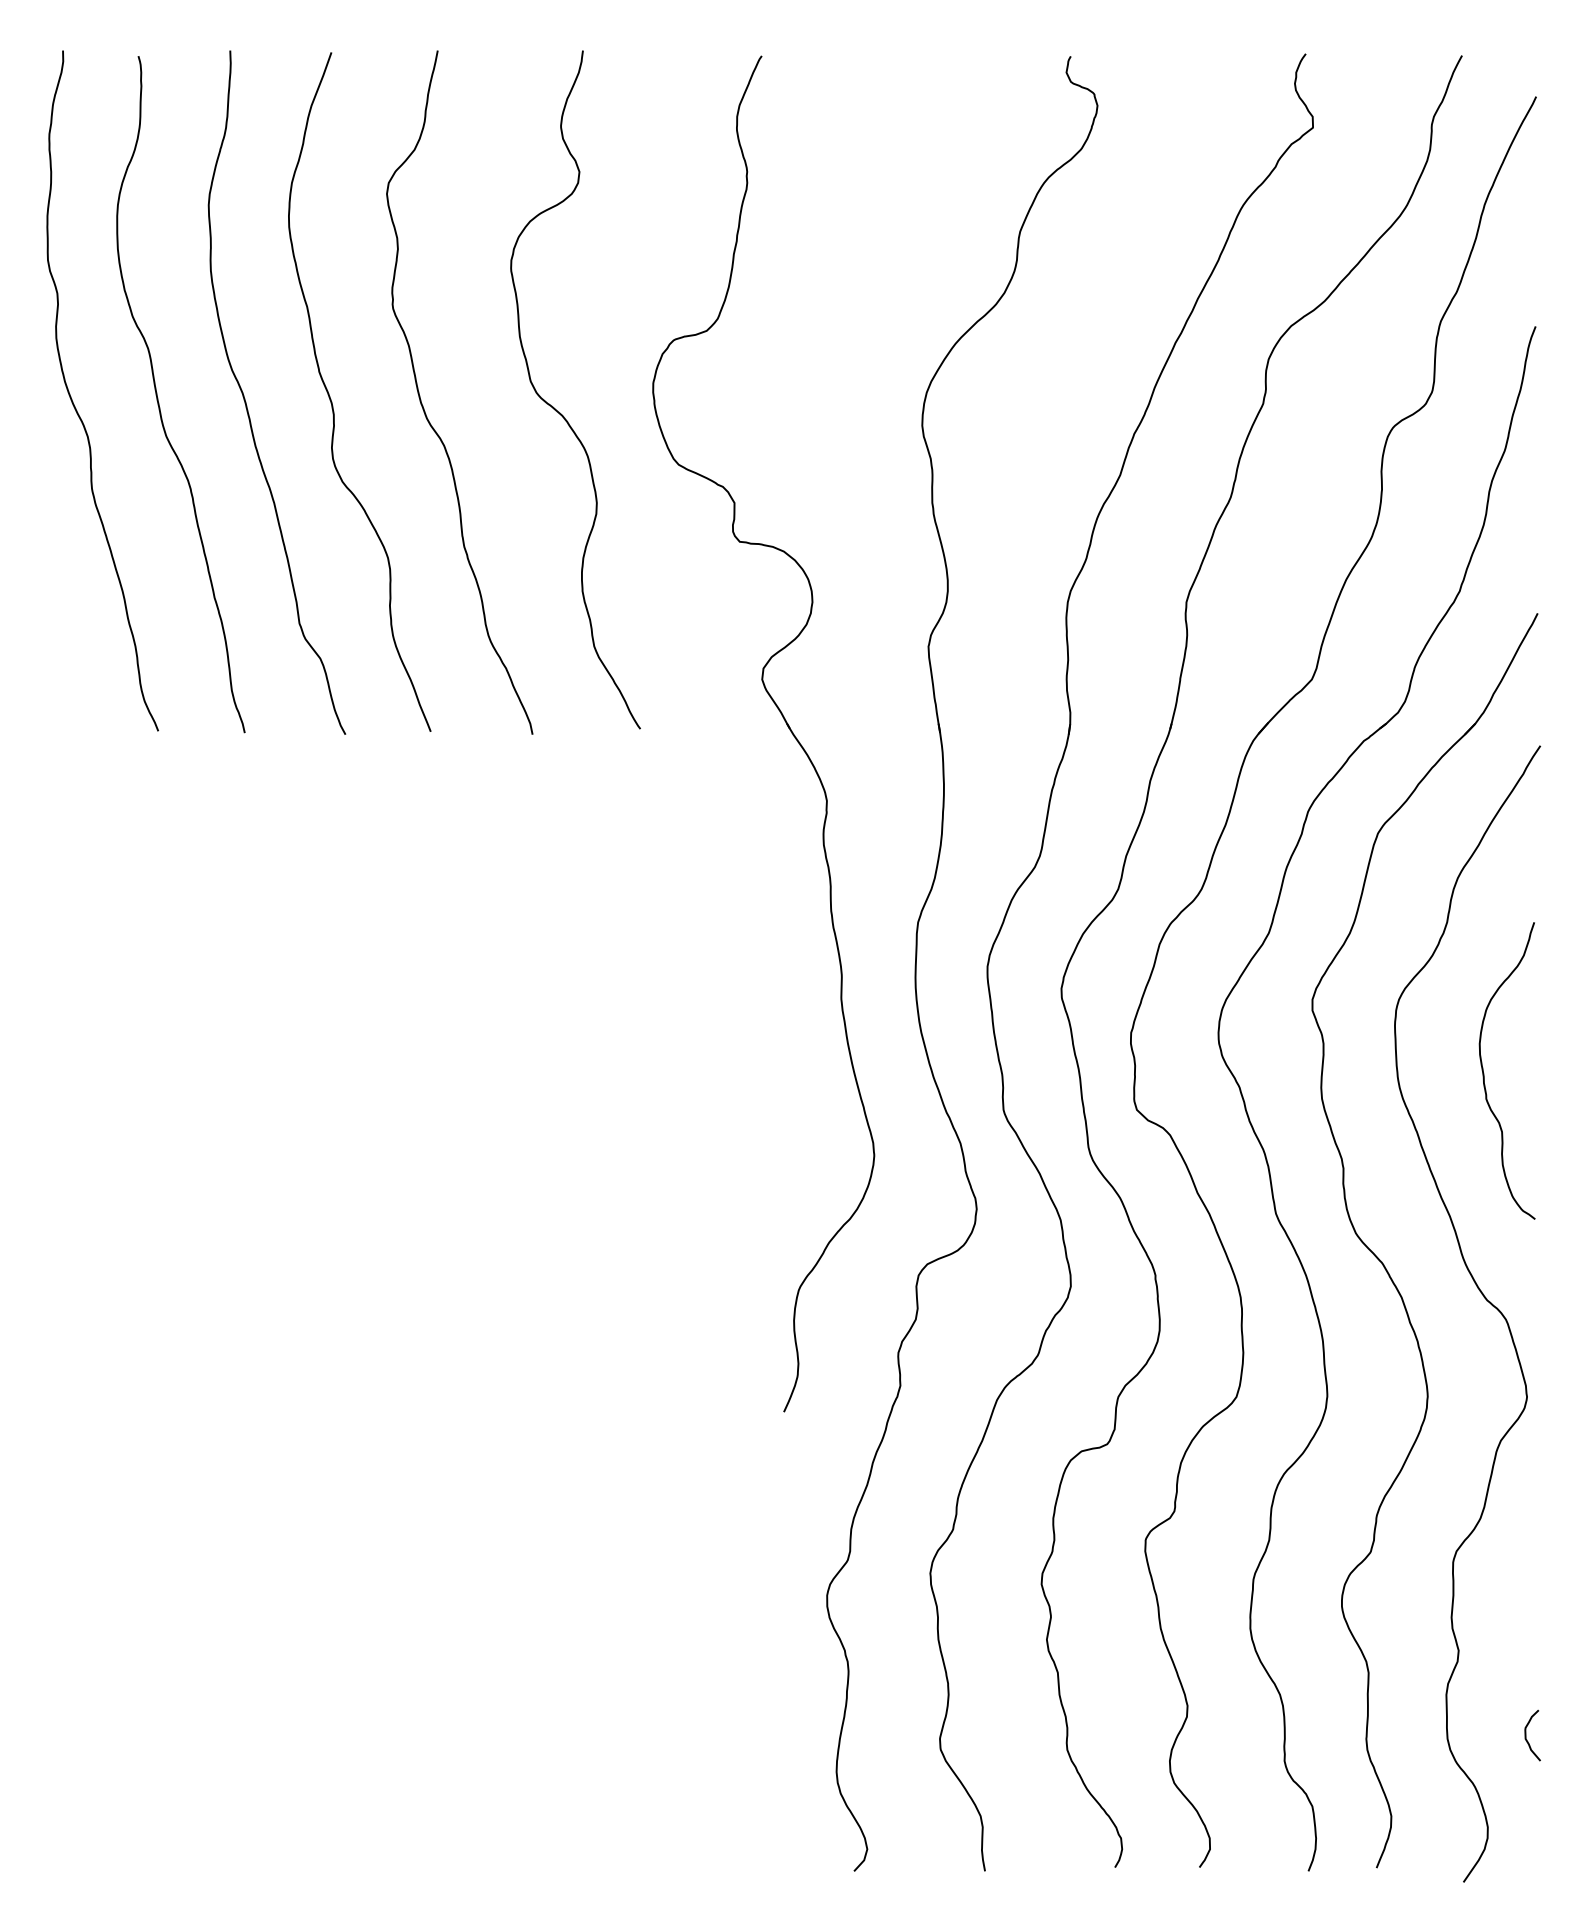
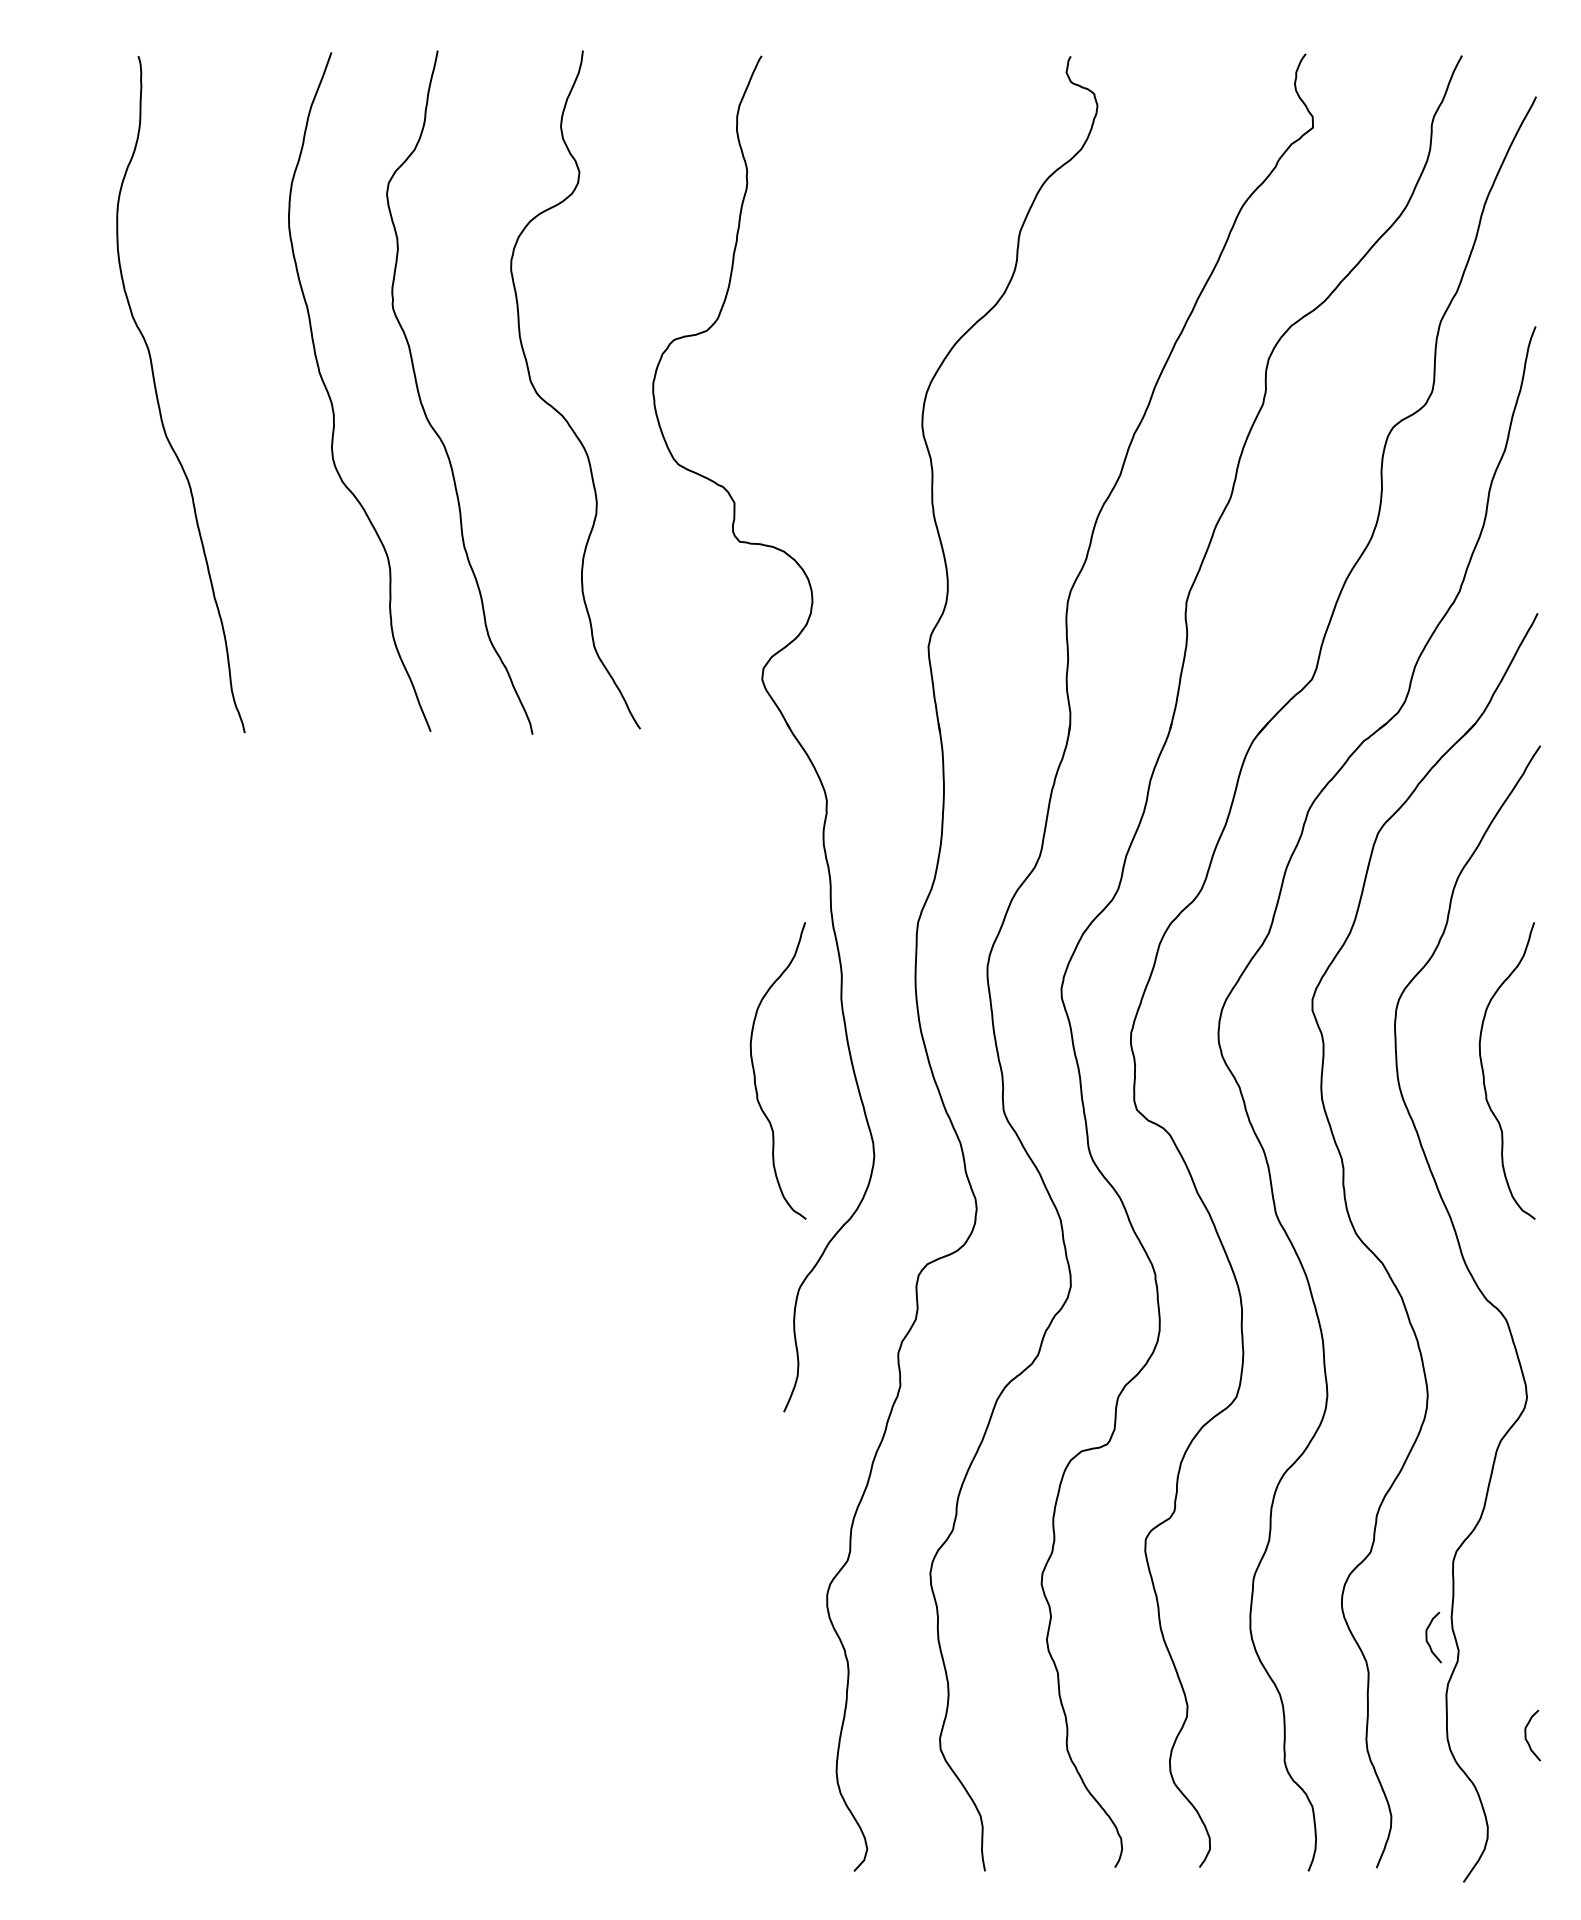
curve at (73, 401): present -> none
curve at (246, 401): present -> none
curve at (755, 1073): none -> present
curve at (1427, 1637): none -> present
